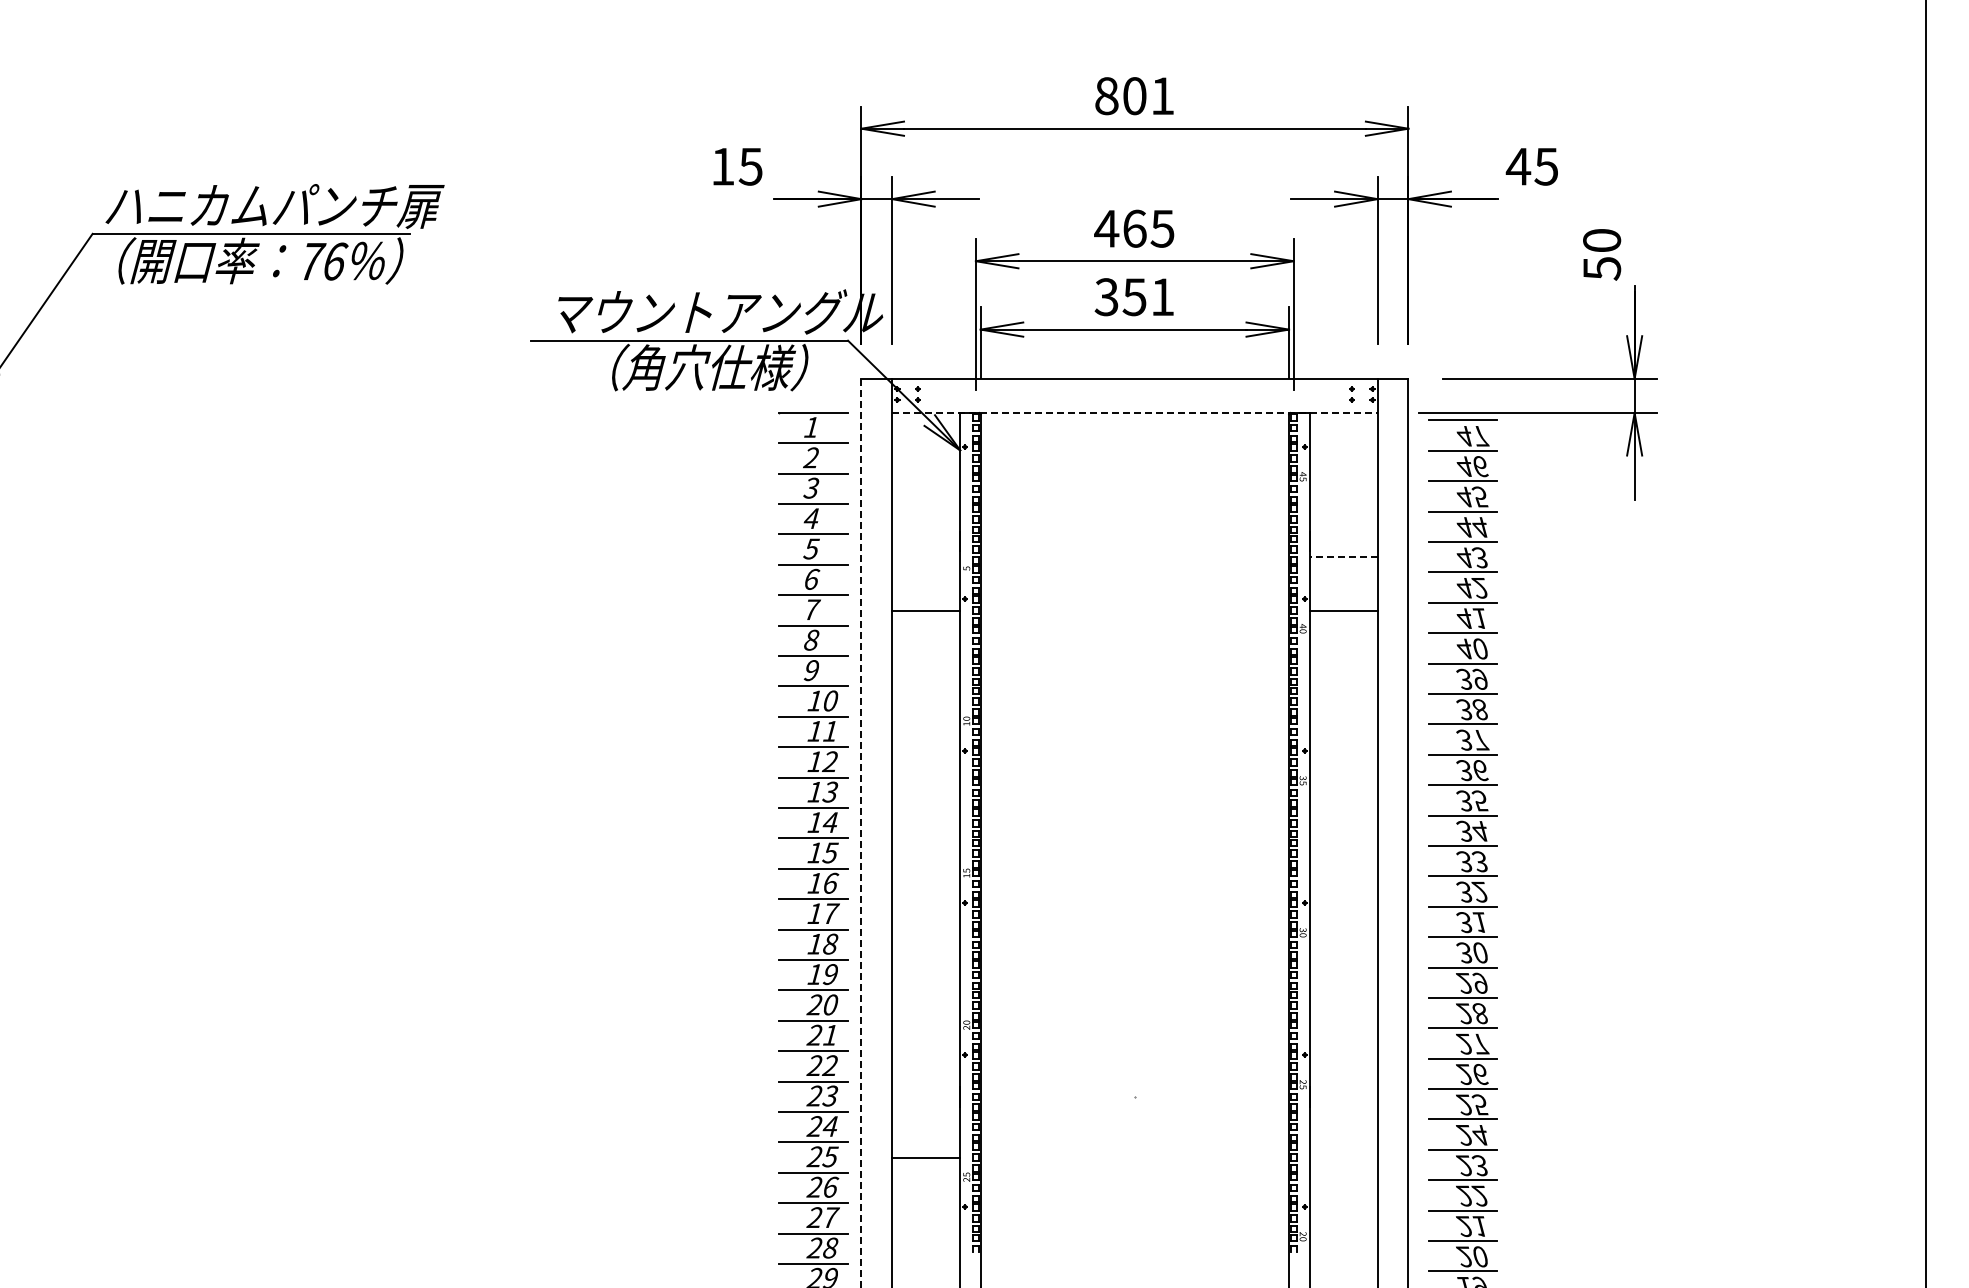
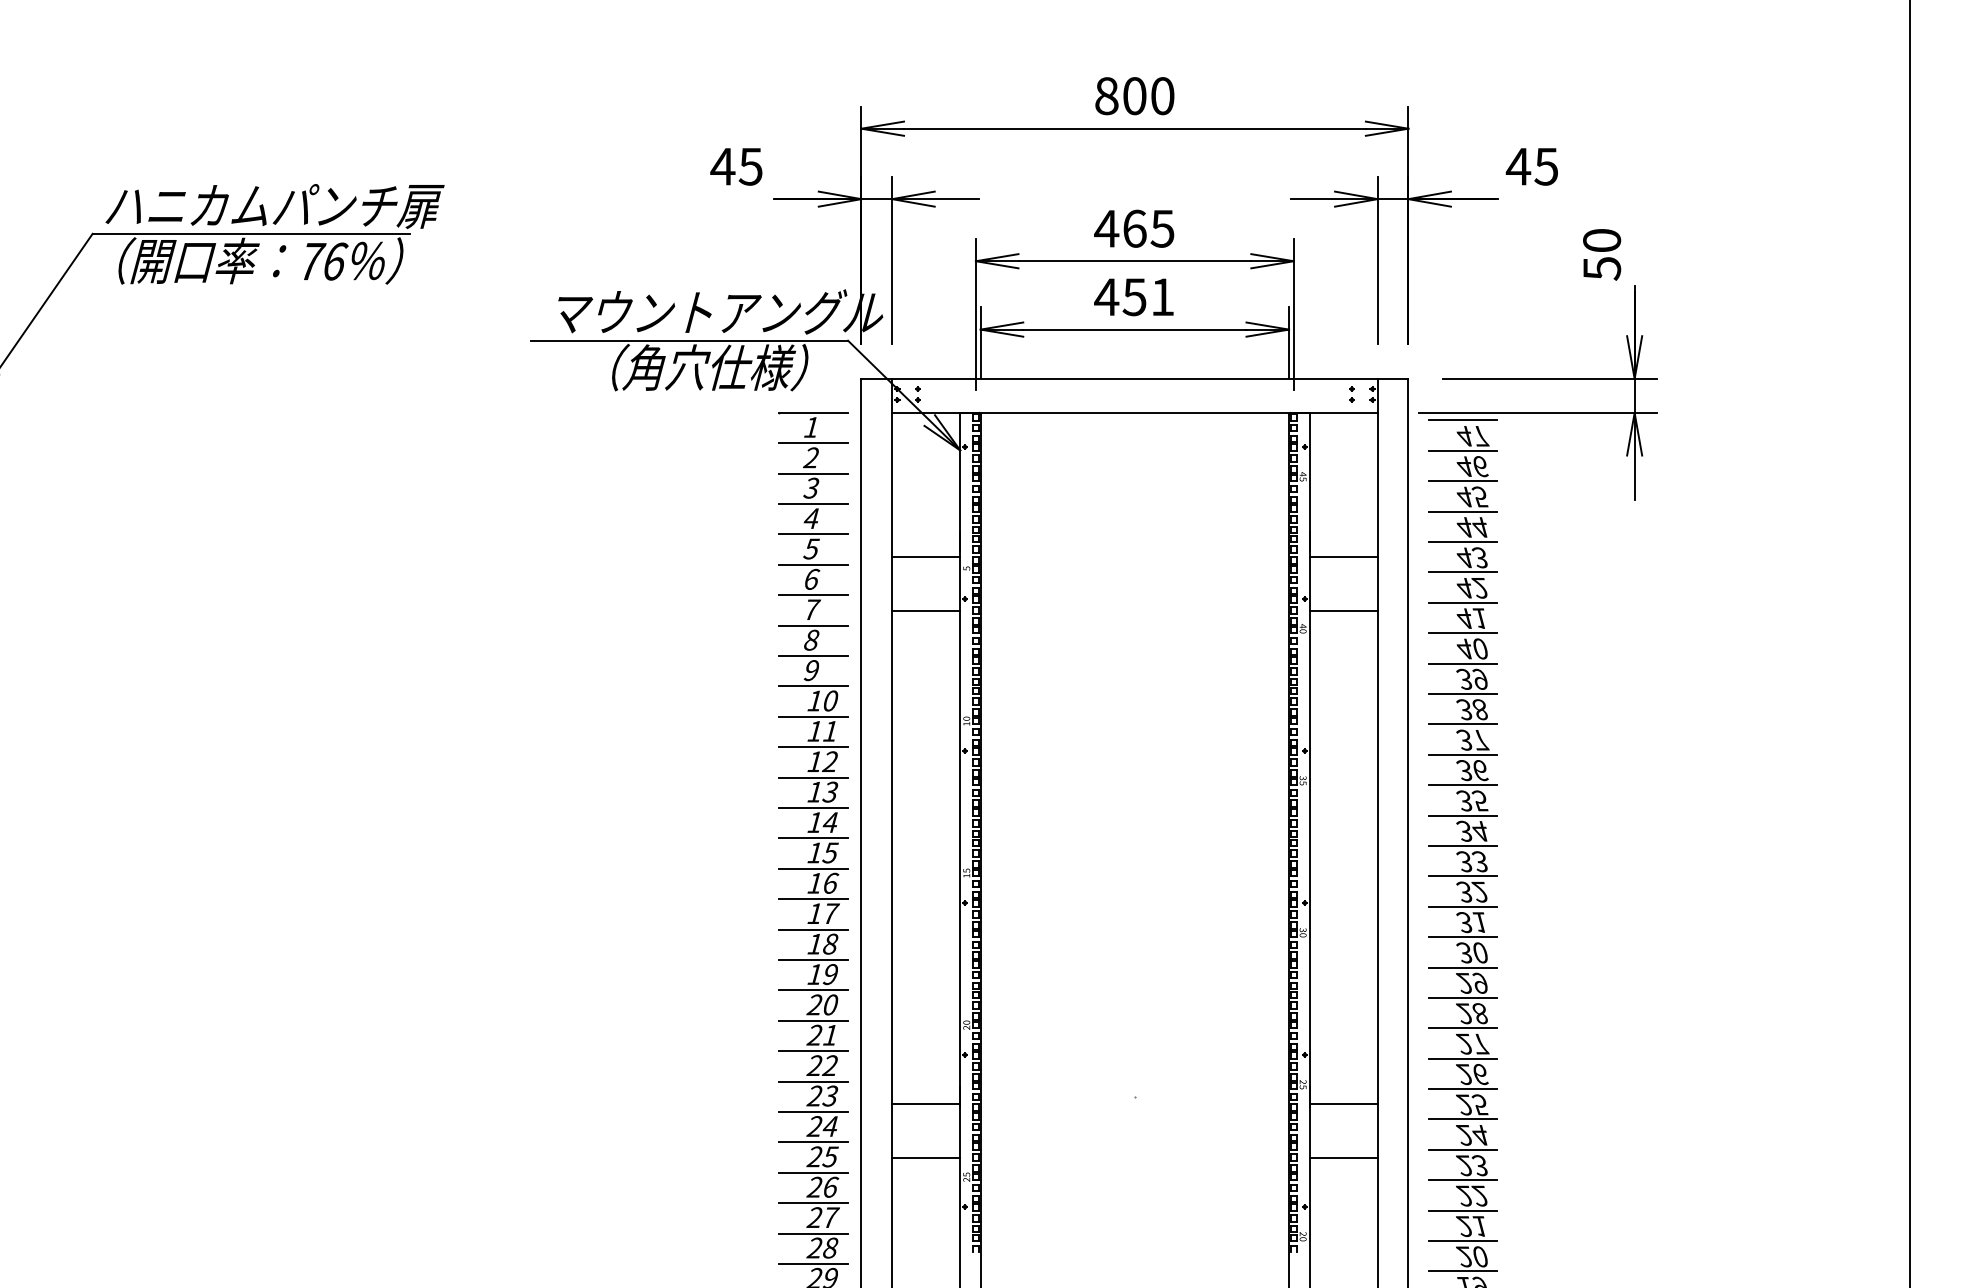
text at (1162, 96): 801 -> 800
text at (722, 166): 15 -> 45
text at (1106, 297): 351 -> 451
line at (1134, 413): dashed -> solid
line at (926, 556): none -> present
line at (1343, 556): dashed -> solid
line at (1925, 643) position: (1925, 643) -> (1909, 643)
line at (861, 833): dashed -> solid
line at (926, 1103): none -> present
line at (1343, 1103): none -> present
line at (1343, 1158): none -> present
